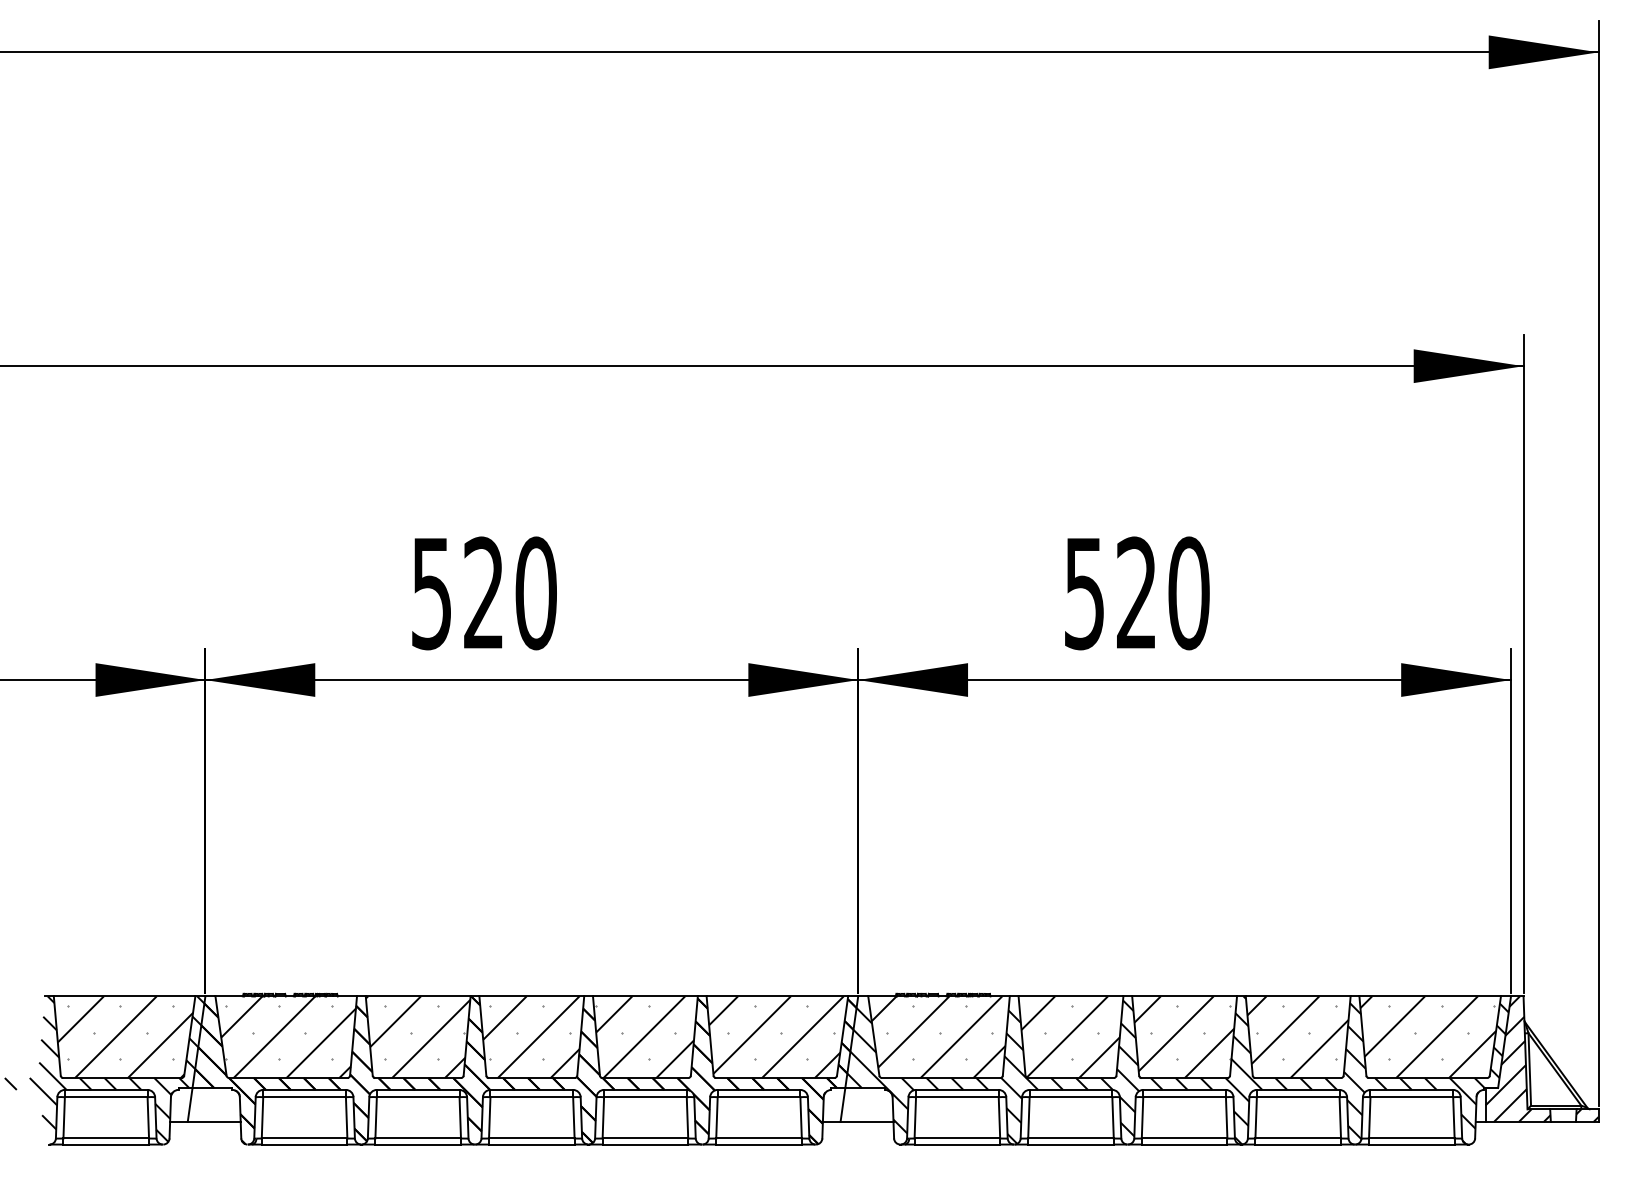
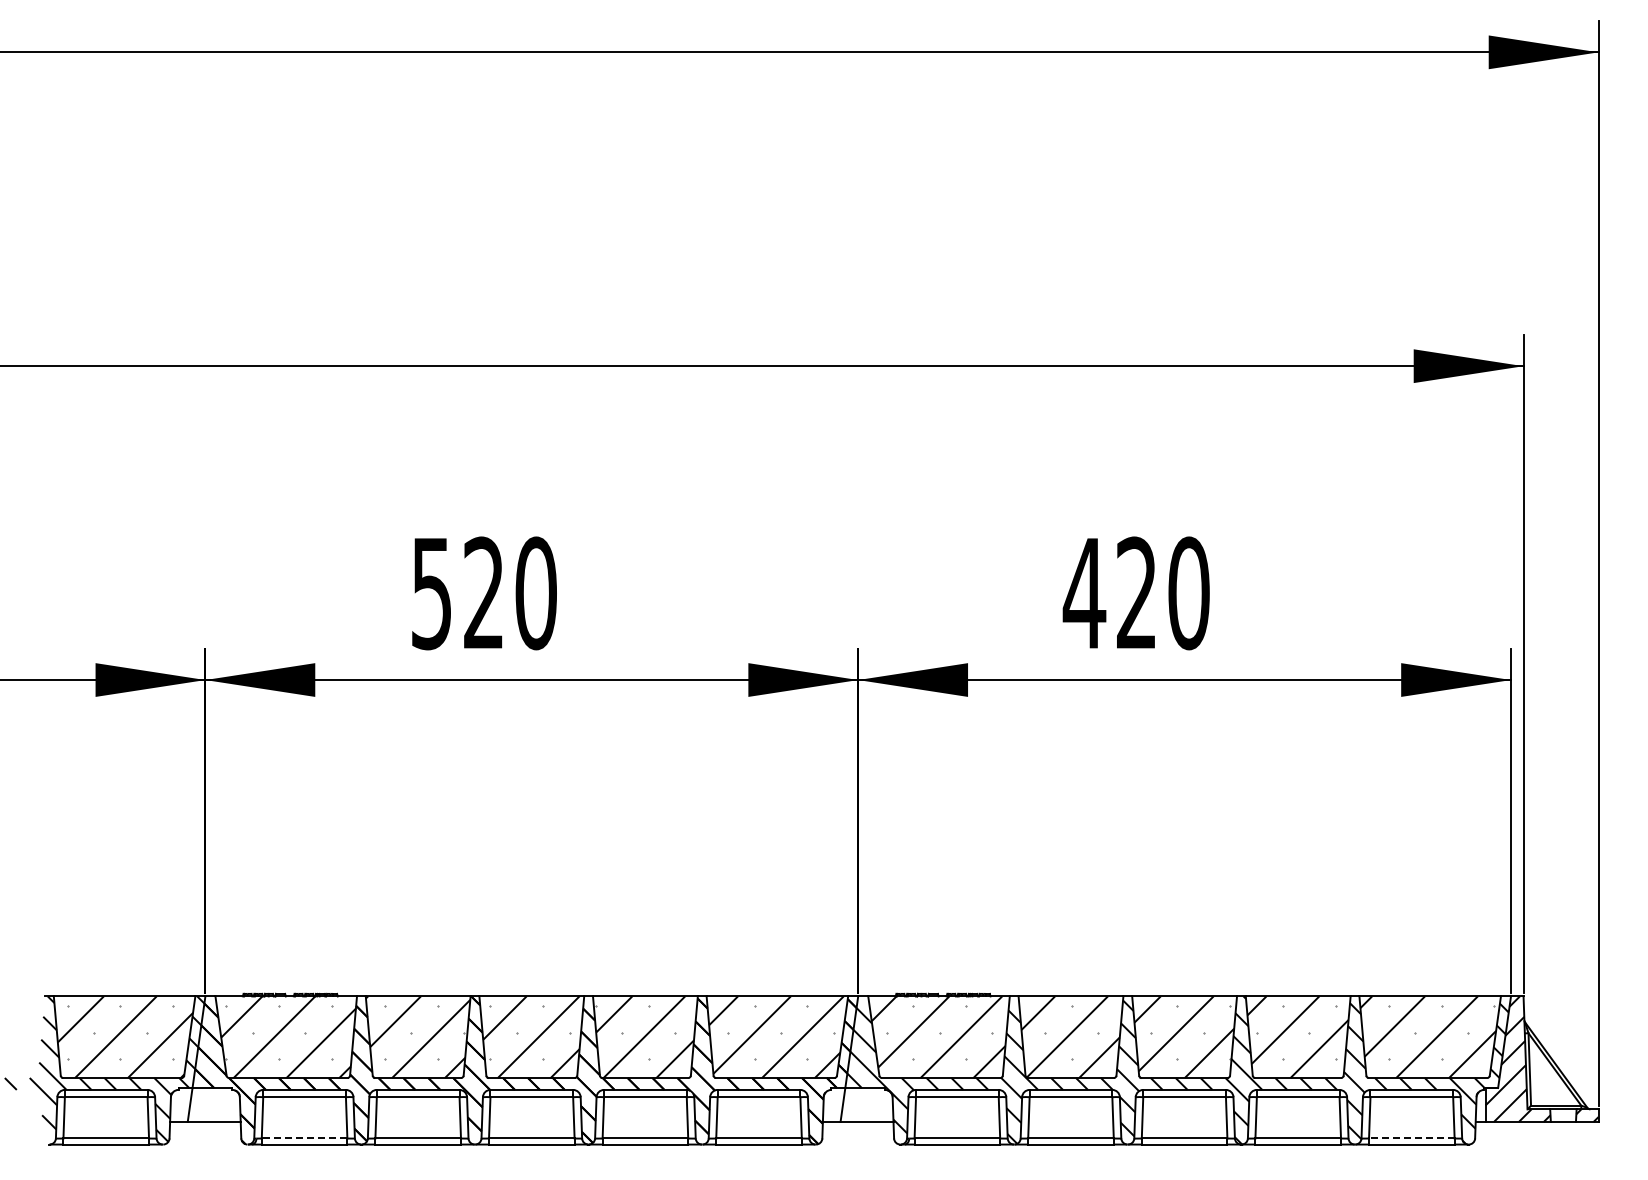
text at (1084, 594): 520 -> 420
line at (304, 1138): solid -> dashed
line at (1411, 1138): solid -> dashed
